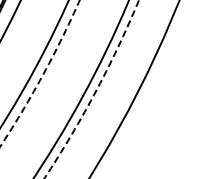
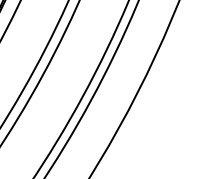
circle at (39, 73): dashed -> solid
circle at (91, 89): dashed -> solid
